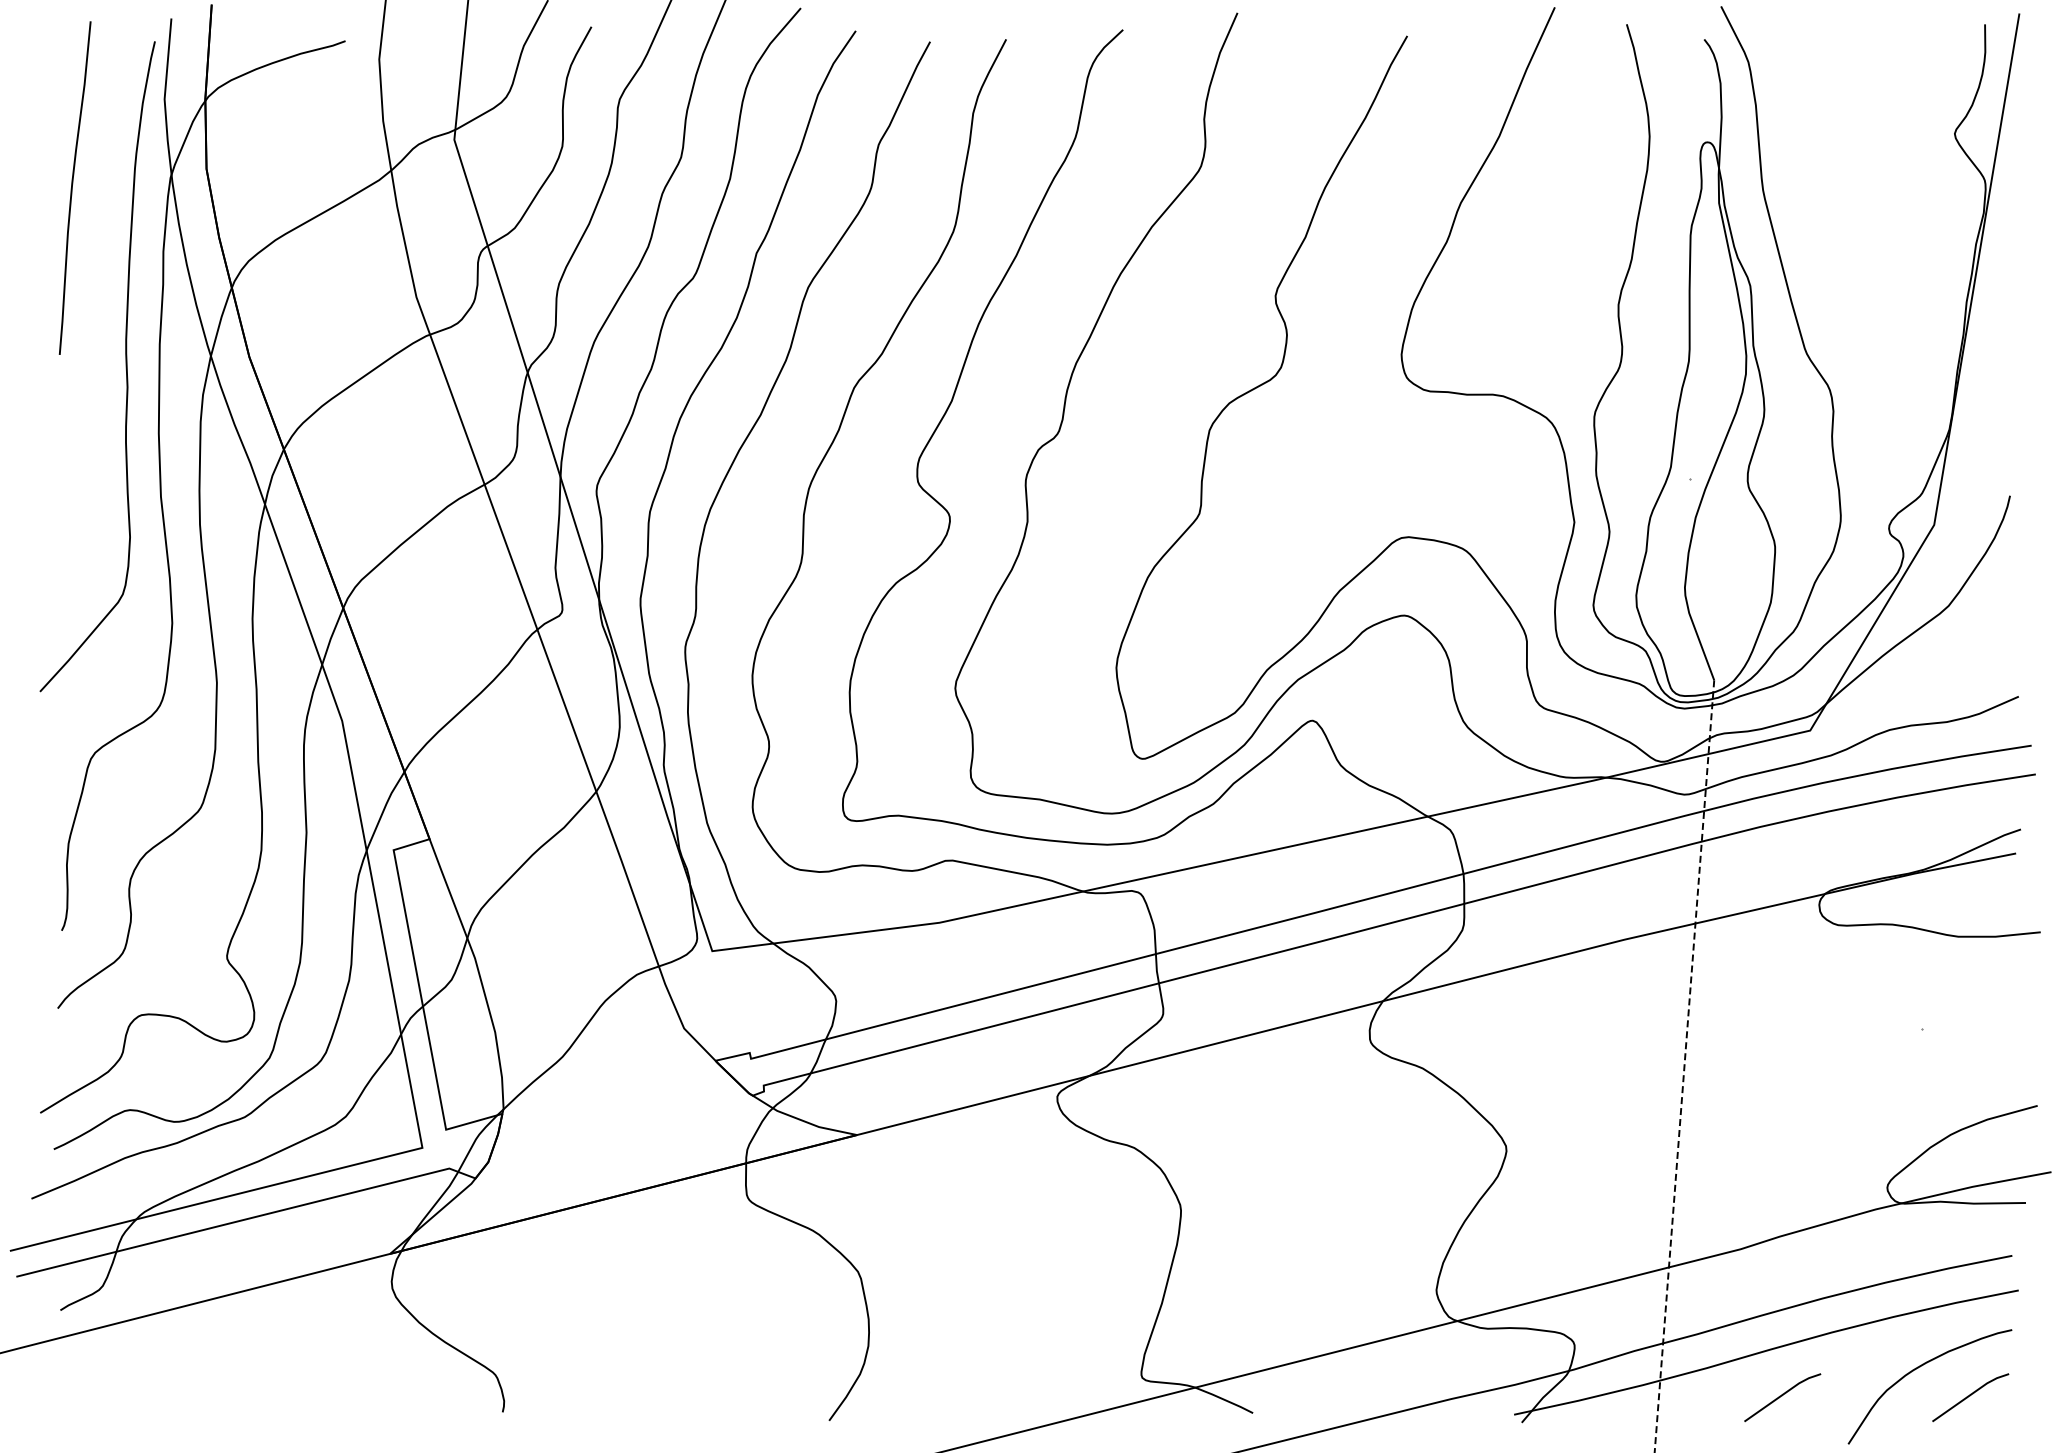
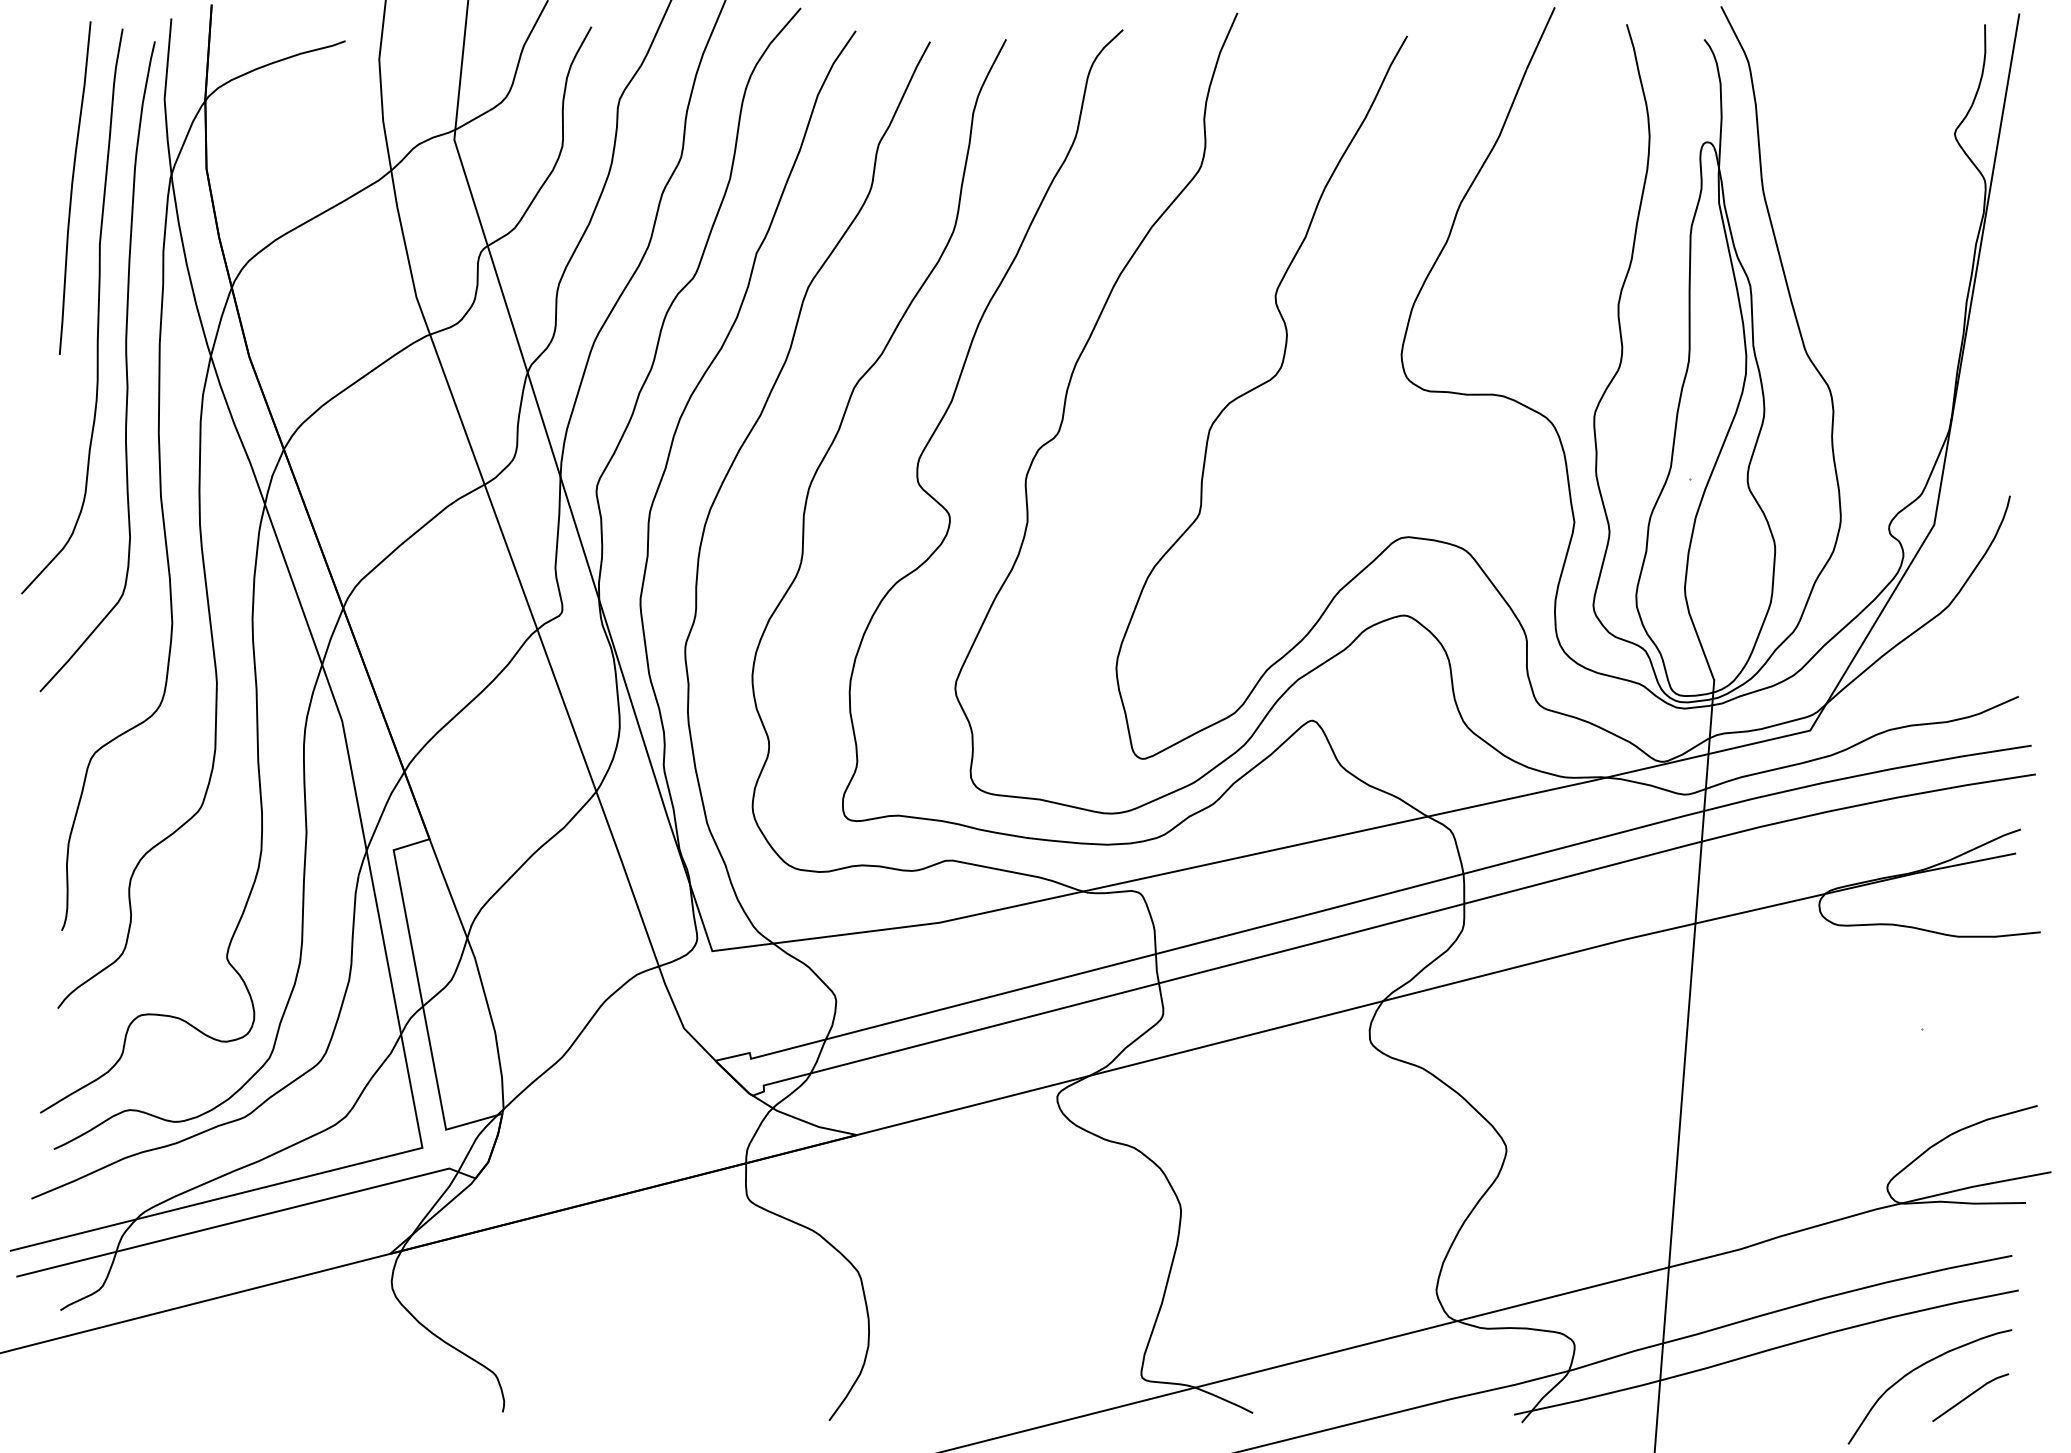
curve at (97, 311): none -> present
line at (1684, 1066): dashed -> solid
line at (1782, 1396): present -> none
